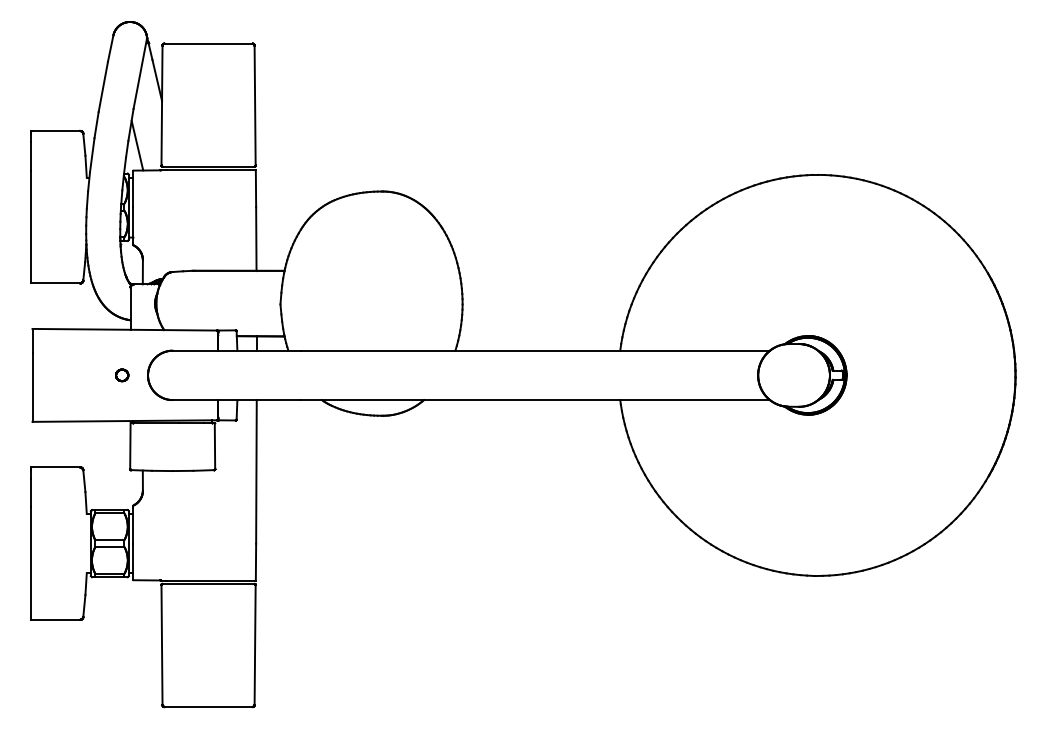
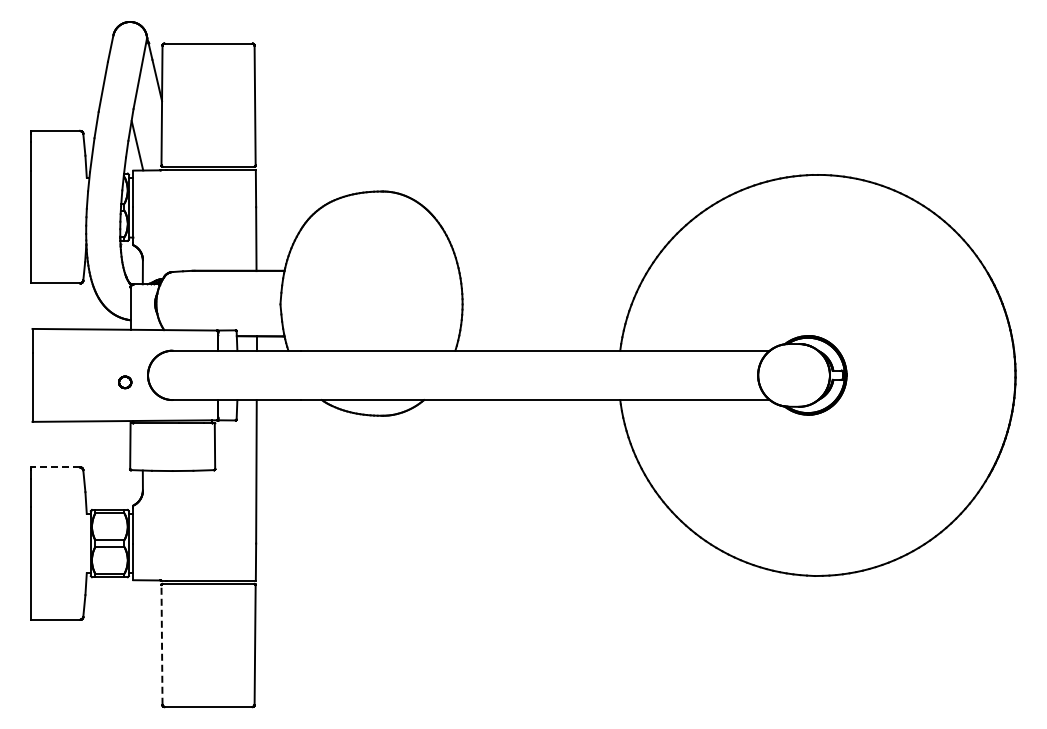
part at (122, 375) position: (122, 375) -> (125, 382)
line at (55, 467): solid -> dashed
line at (162, 645): solid -> dashed
